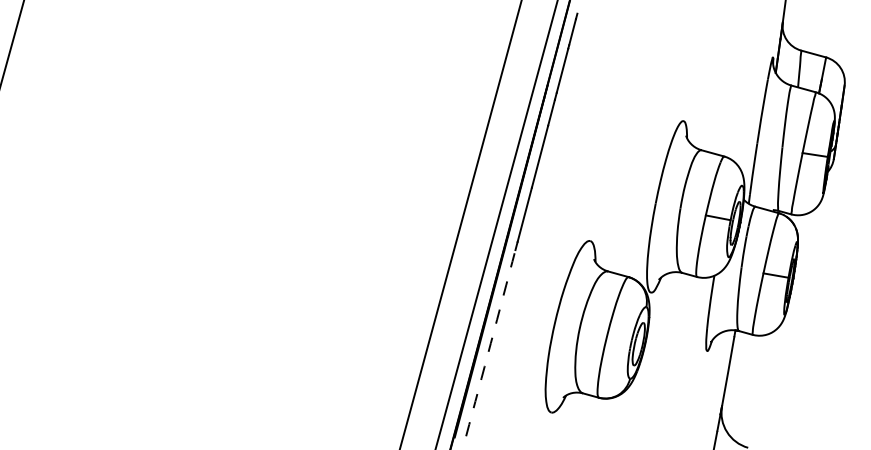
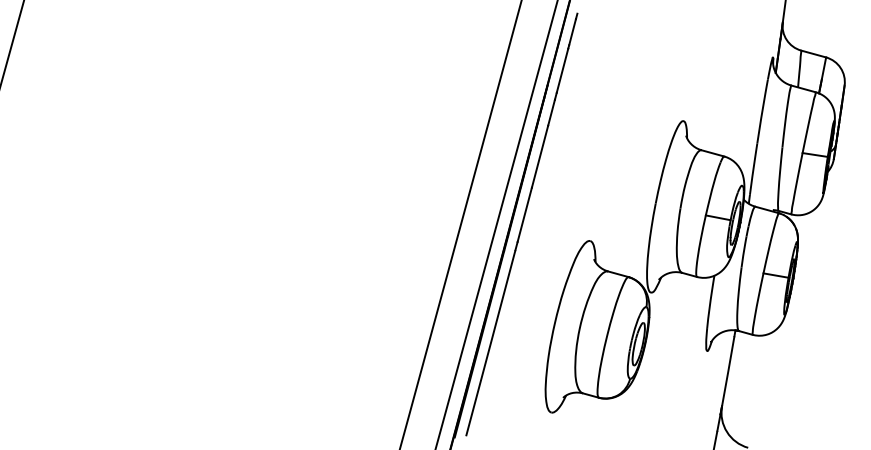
arc at (490, 343): dashed -> solid
